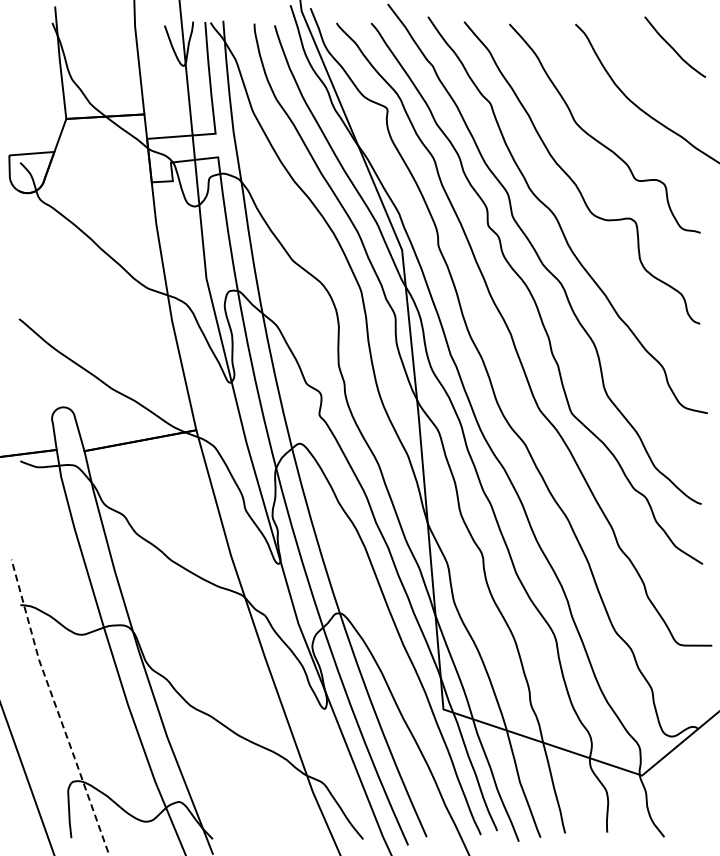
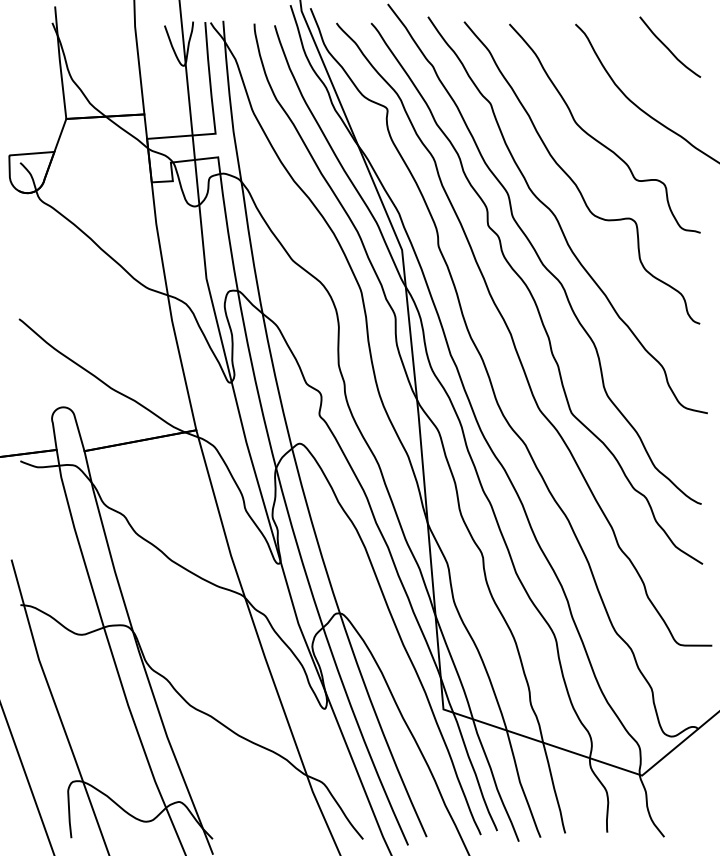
curve at (673, 47) position: (673, 47) -> (668, 47)
line at (56, 708): dashed -> solid
